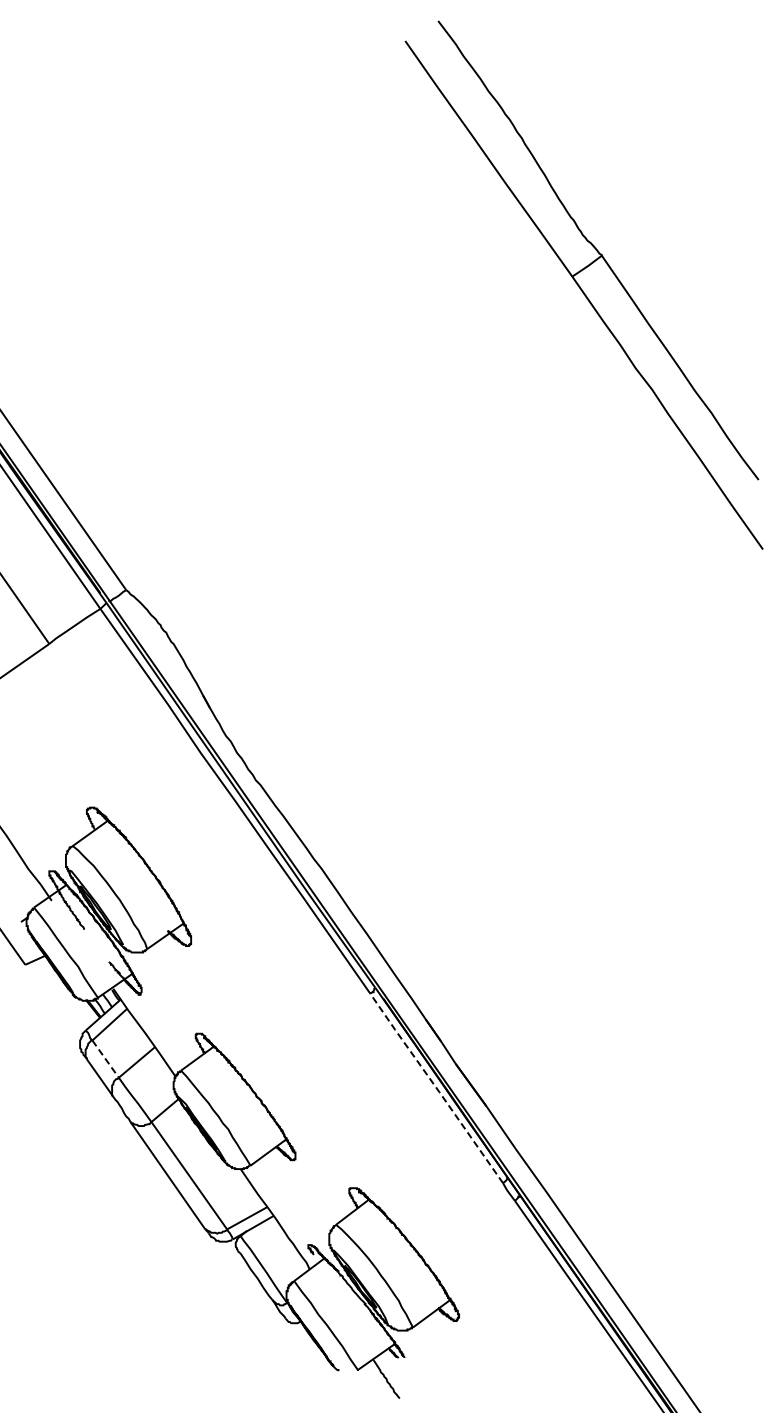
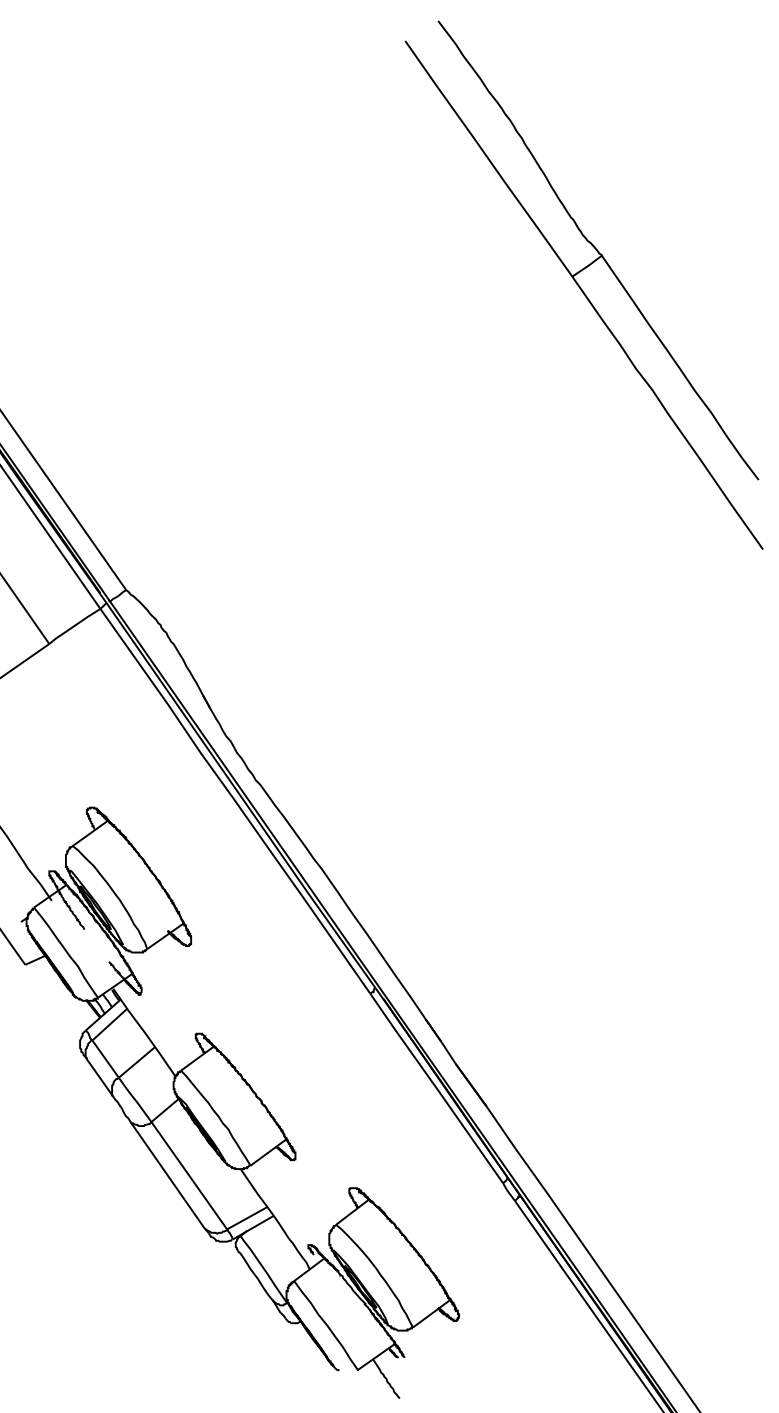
line at (105, 1059): dashed -> solid
line at (436, 1088): dashed -> solid
